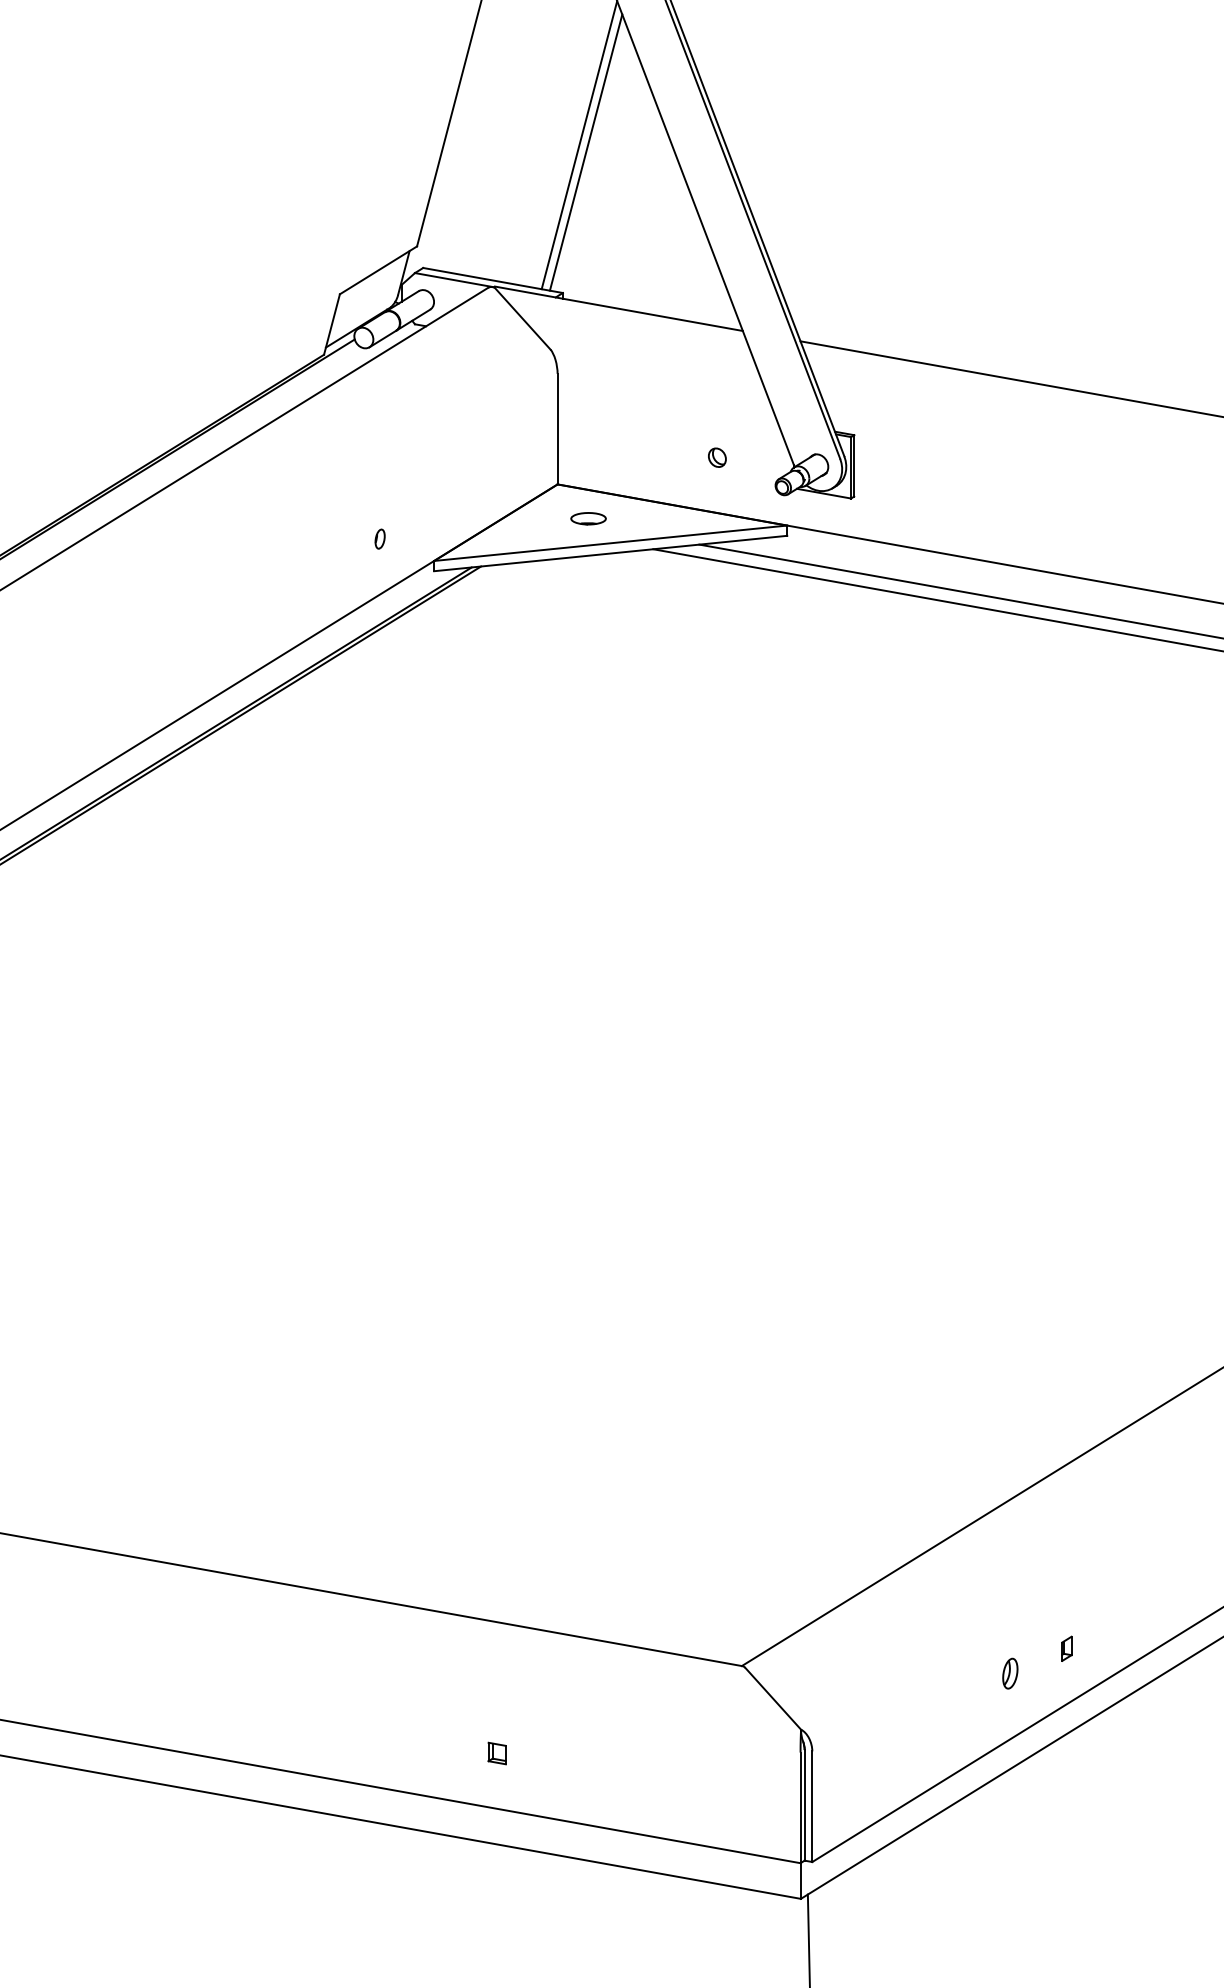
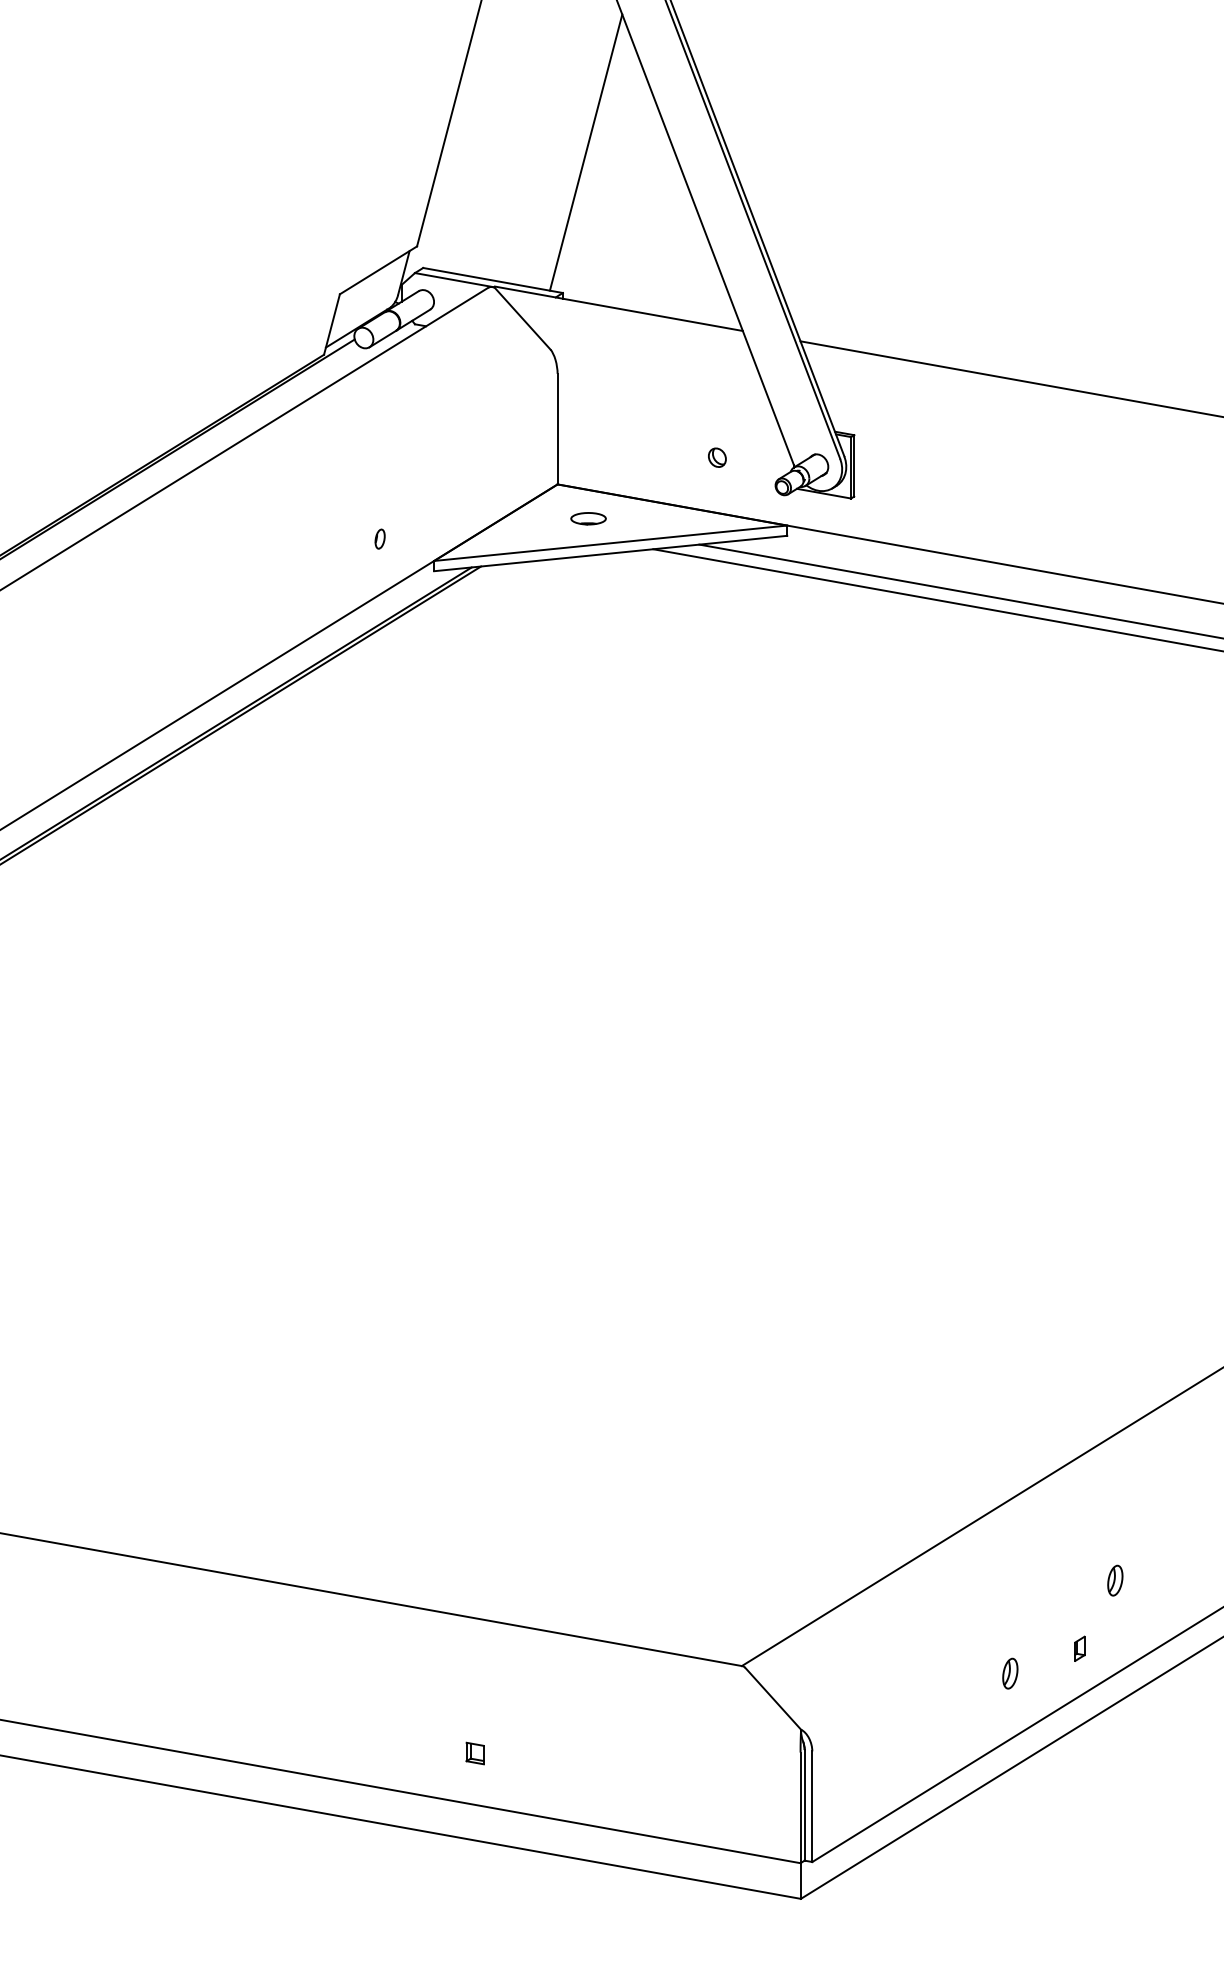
line at (578, 145): present -> none
part at (1115, 1580): none -> present
part at (1066, 1648) position: (1066, 1648) -> (1079, 1648)
part at (496, 1753) position: (496, 1753) -> (474, 1753)
line at (808, 1939): present -> none
